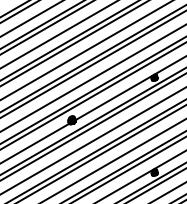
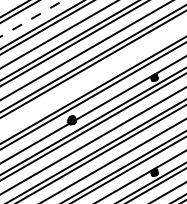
line at (31, 18): solid -> dashed
line at (92, 77): present -> none
